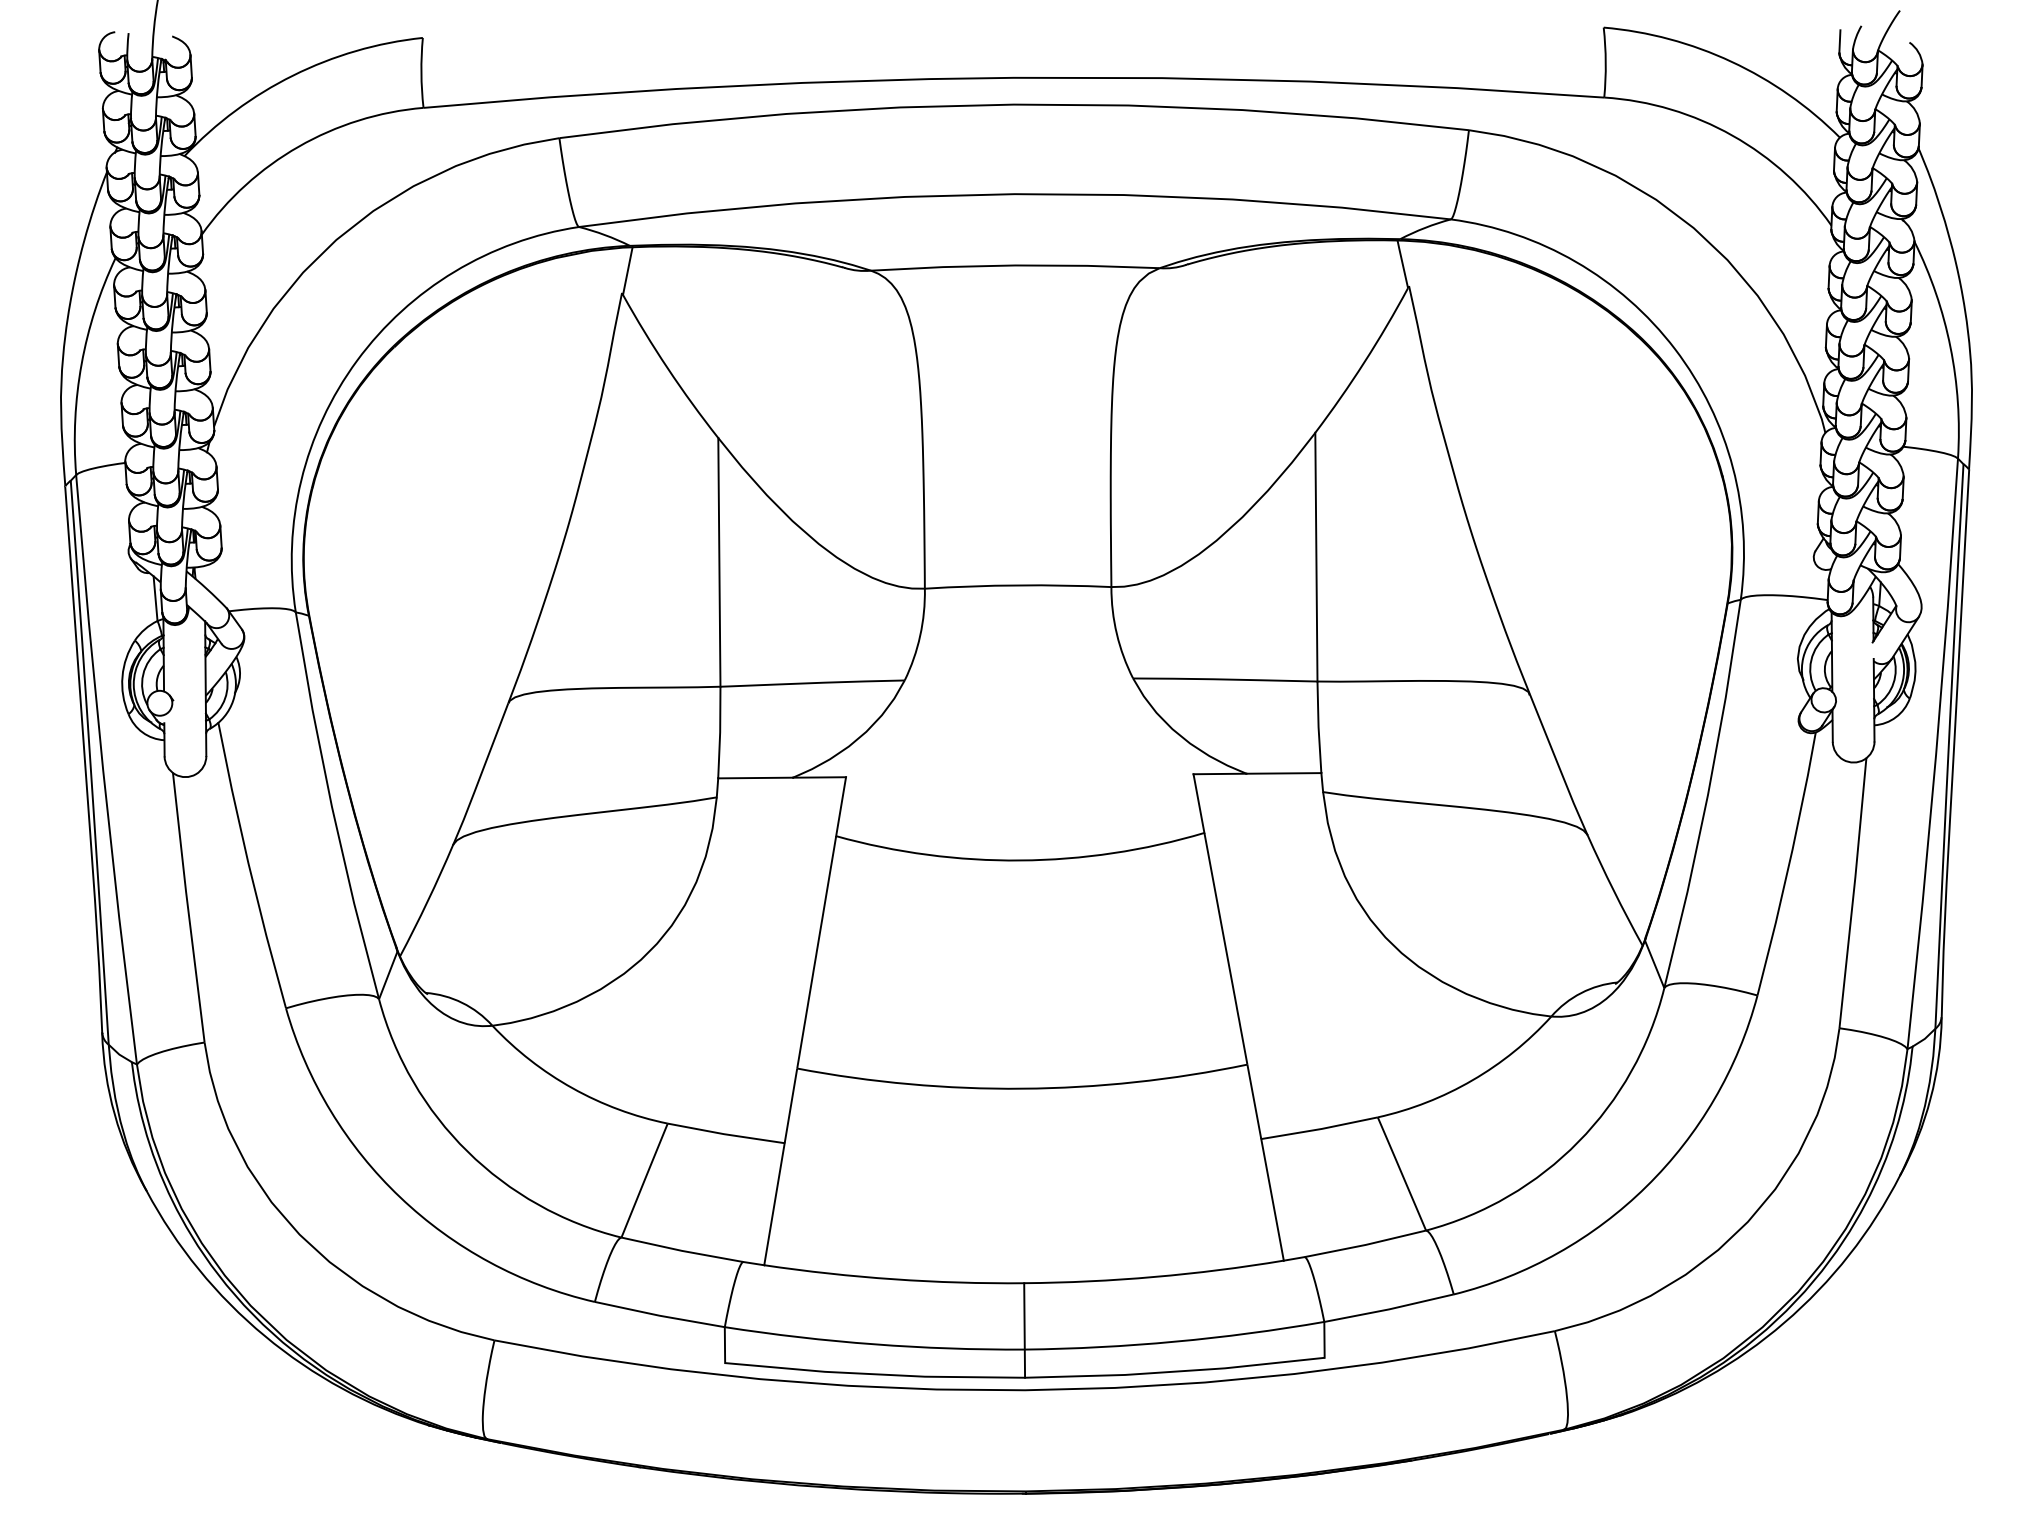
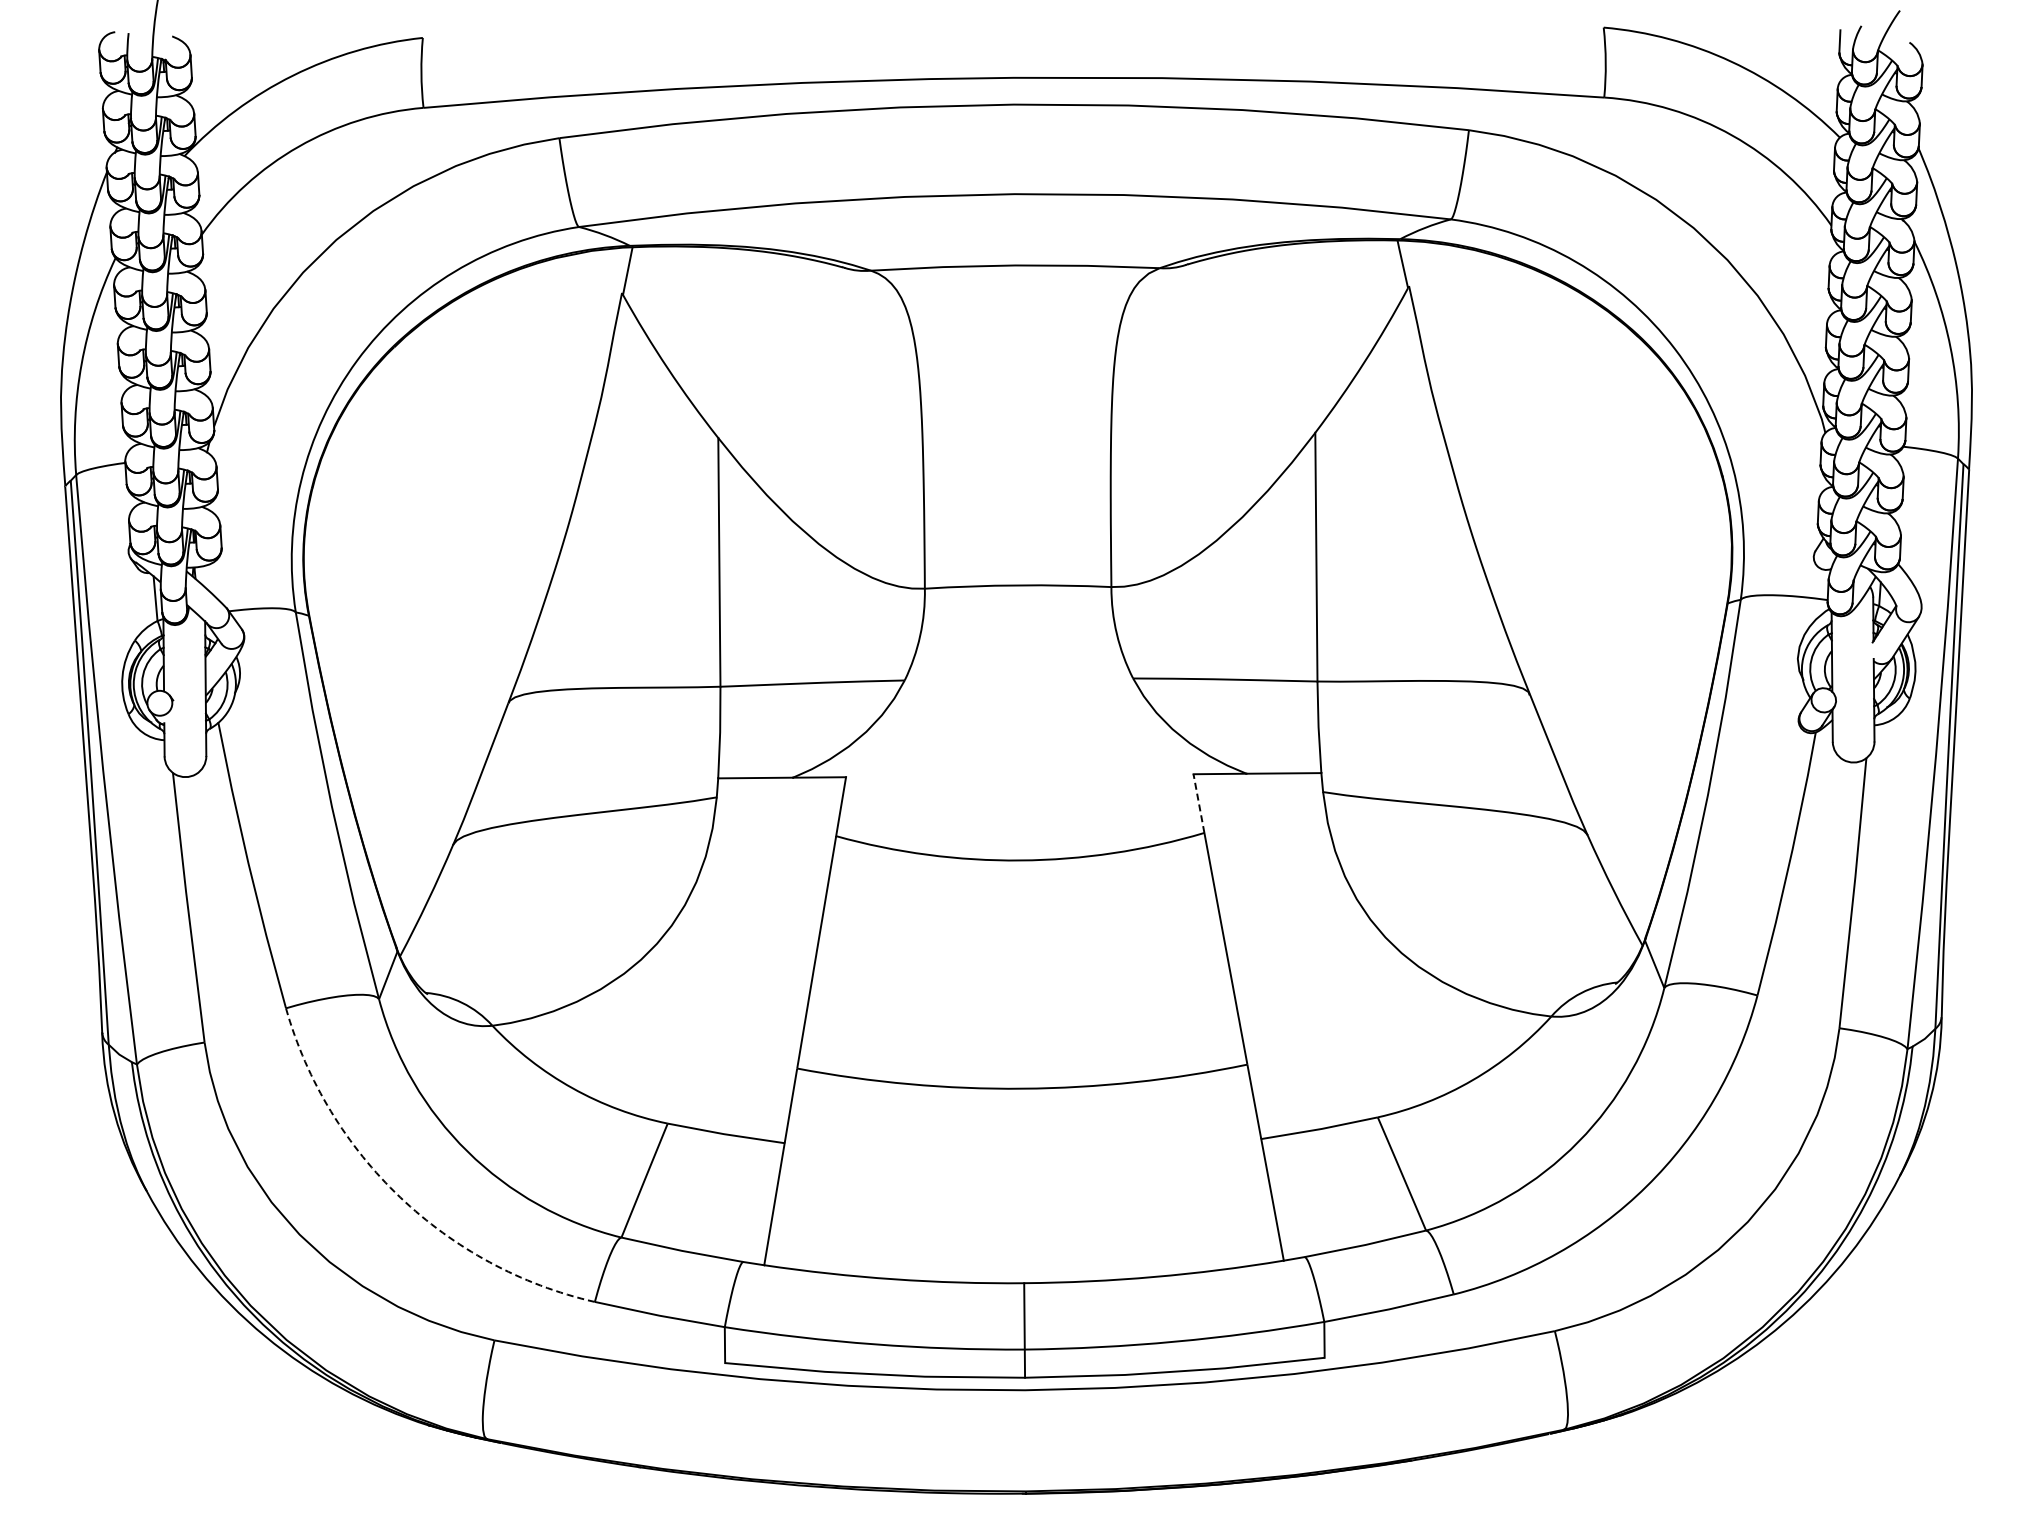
line at (1198, 803): solid -> dashed
arc at (400, 1197): solid -> dashed
